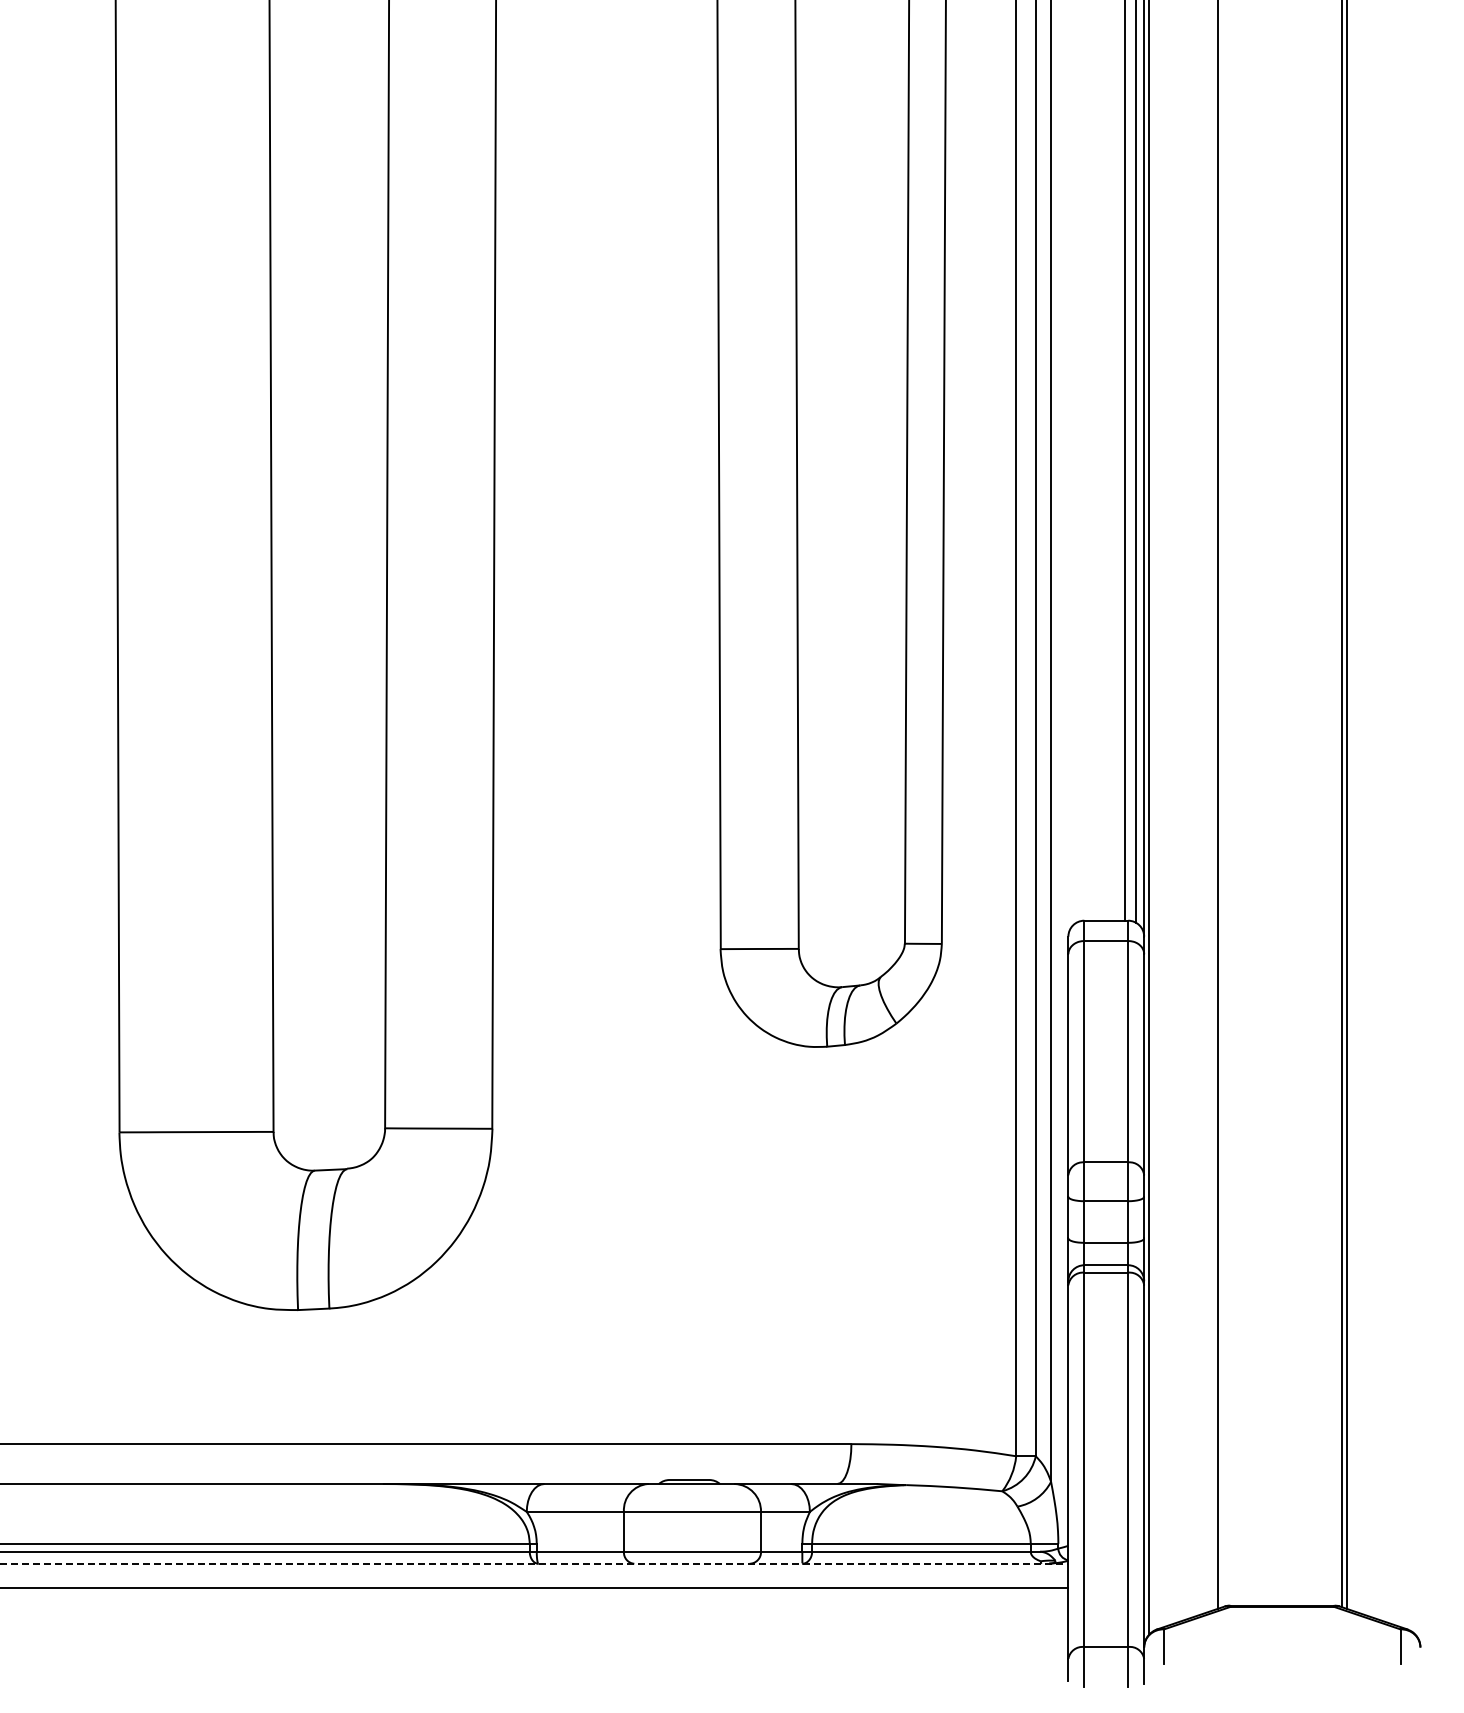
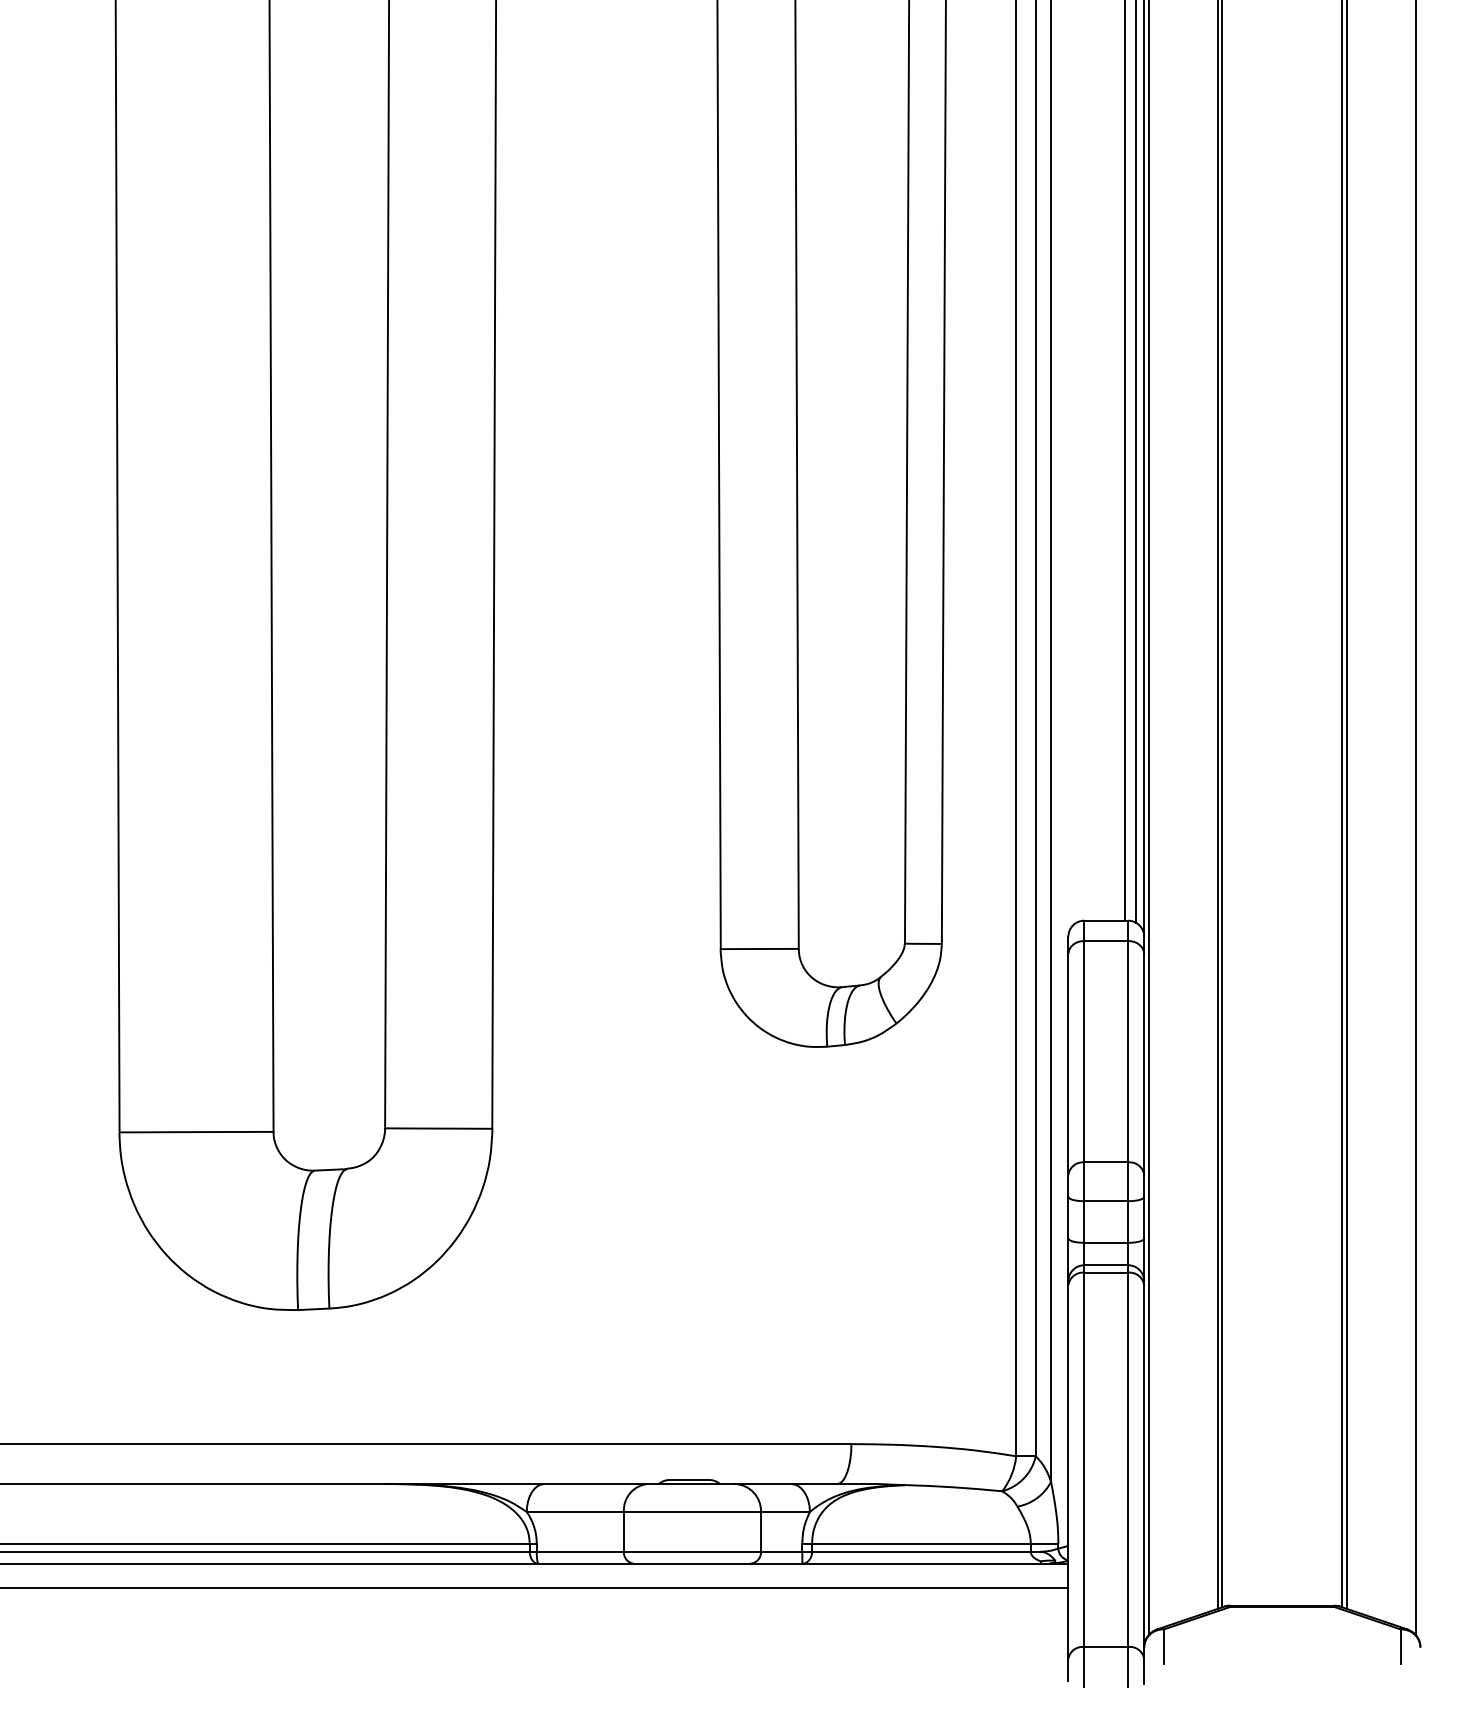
line at (1222, 804): none -> present
line at (1415, 818): none -> present
line at (534, 1563): dashed -> solid
